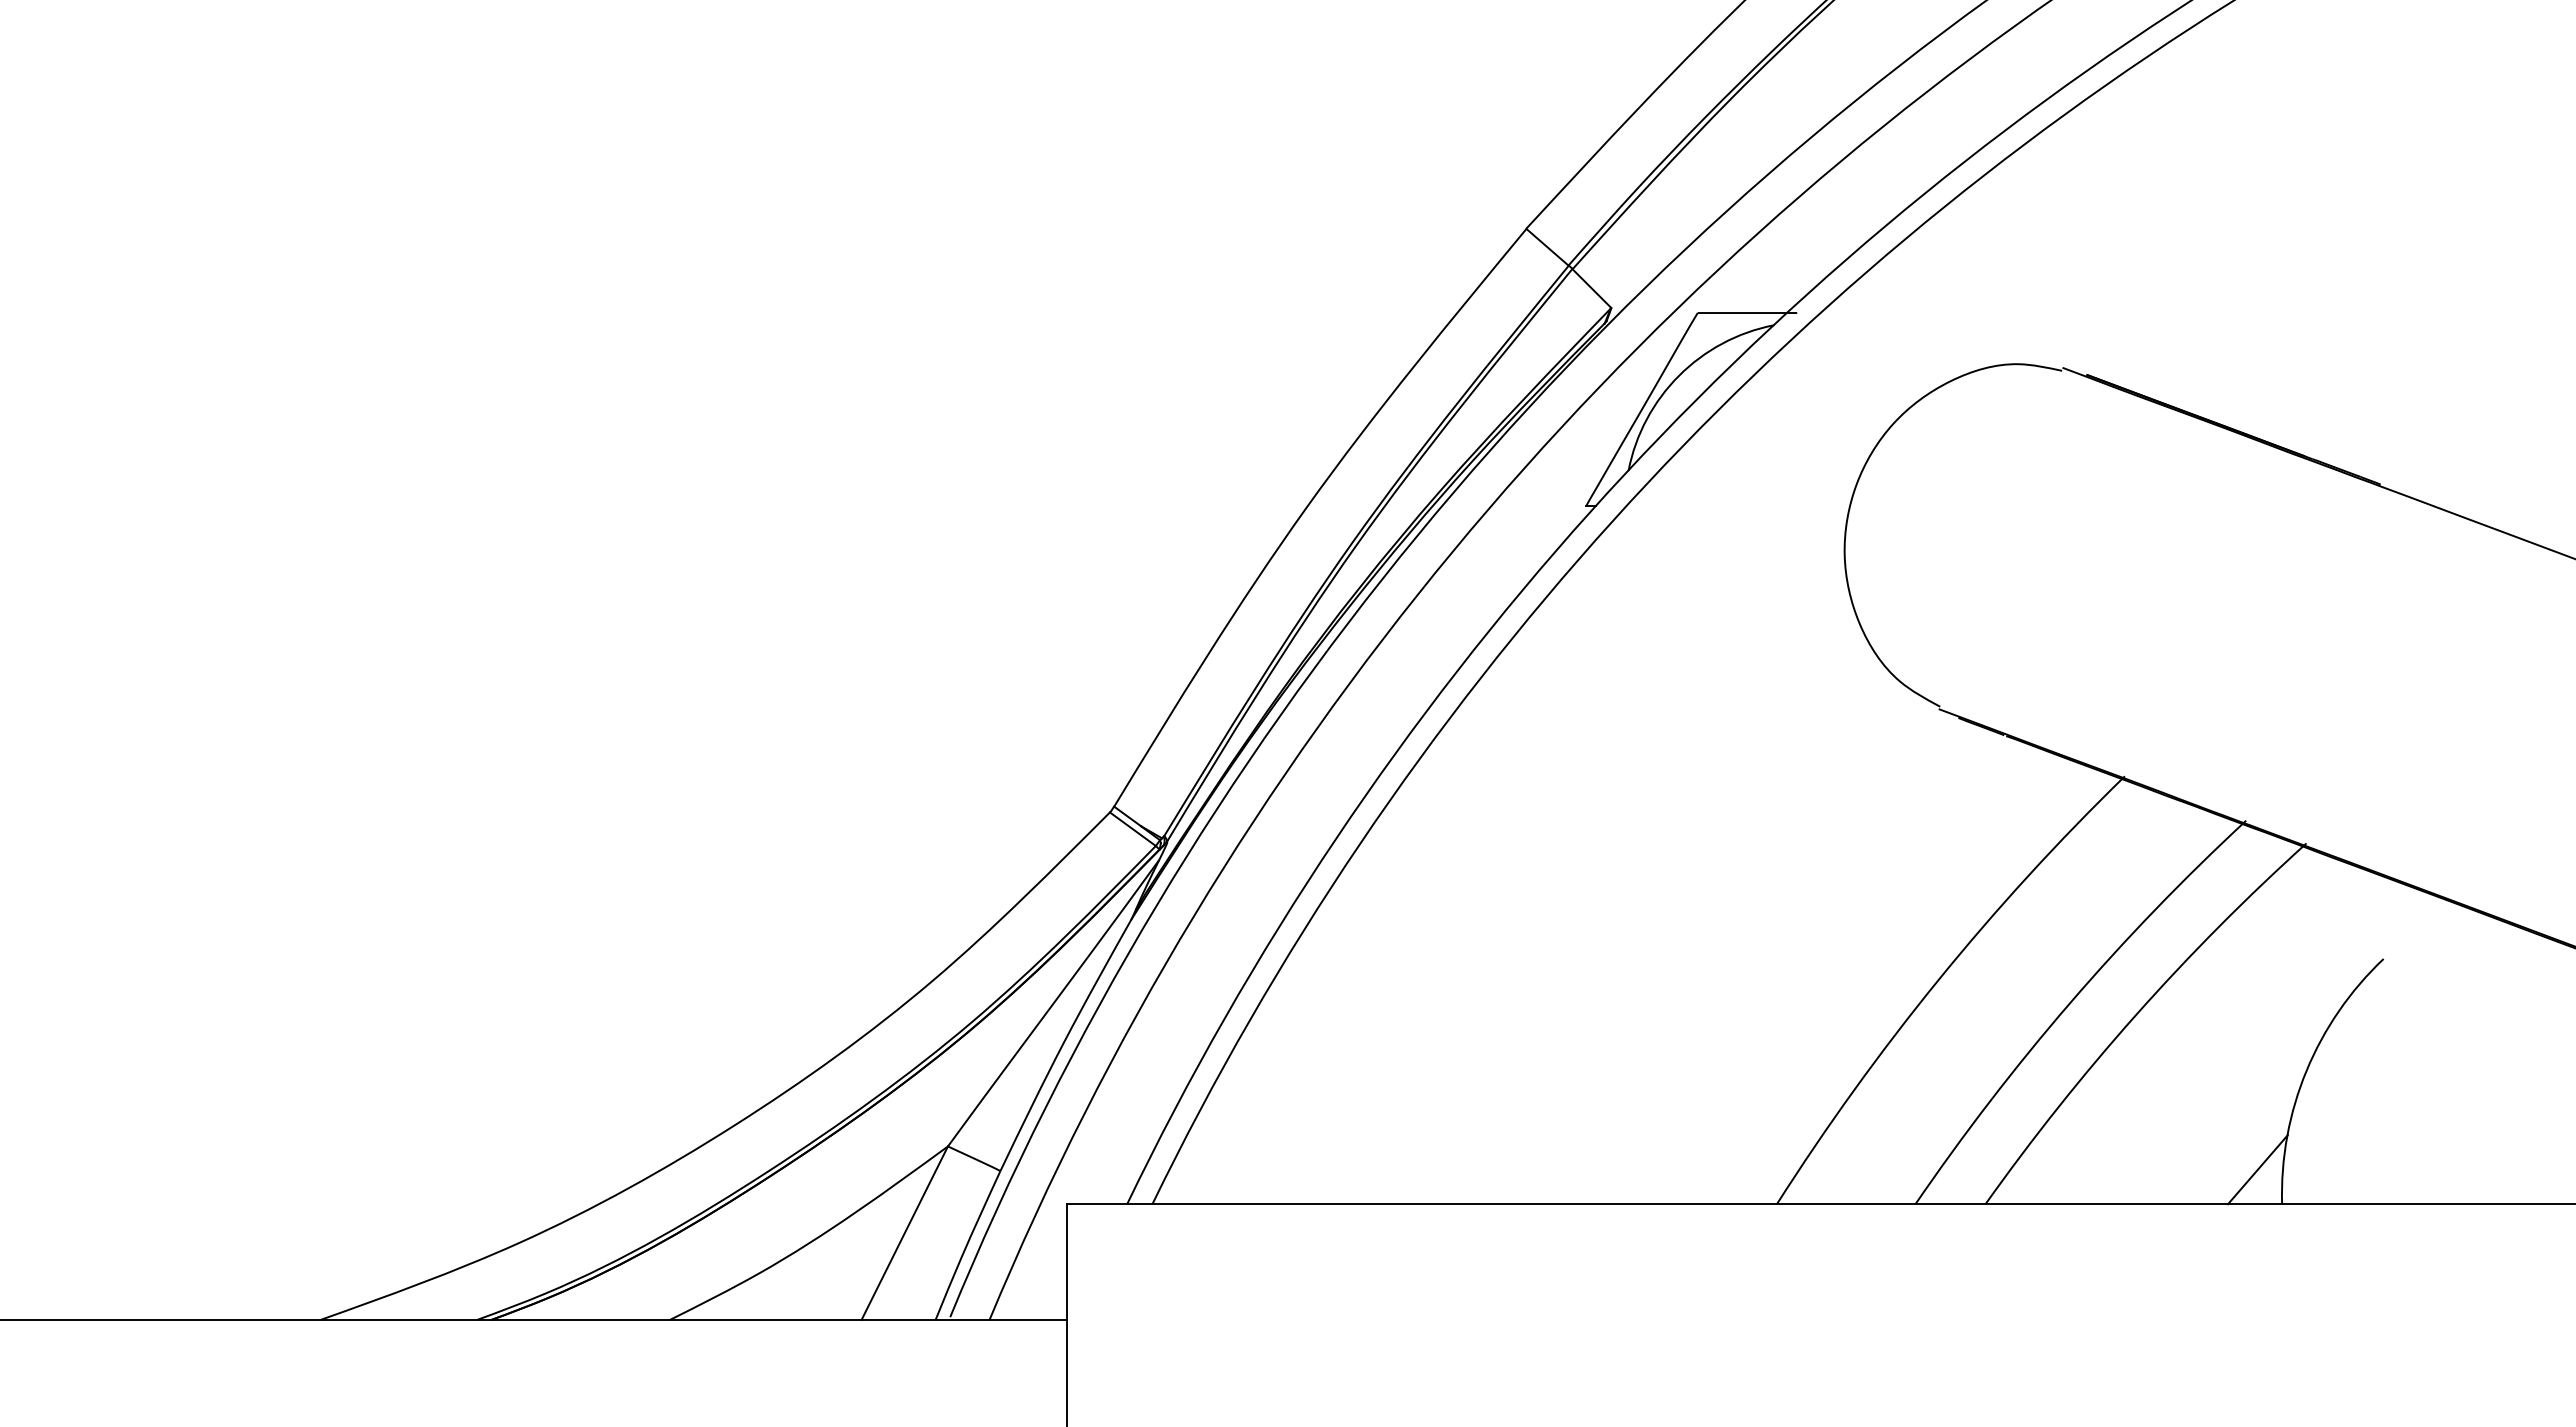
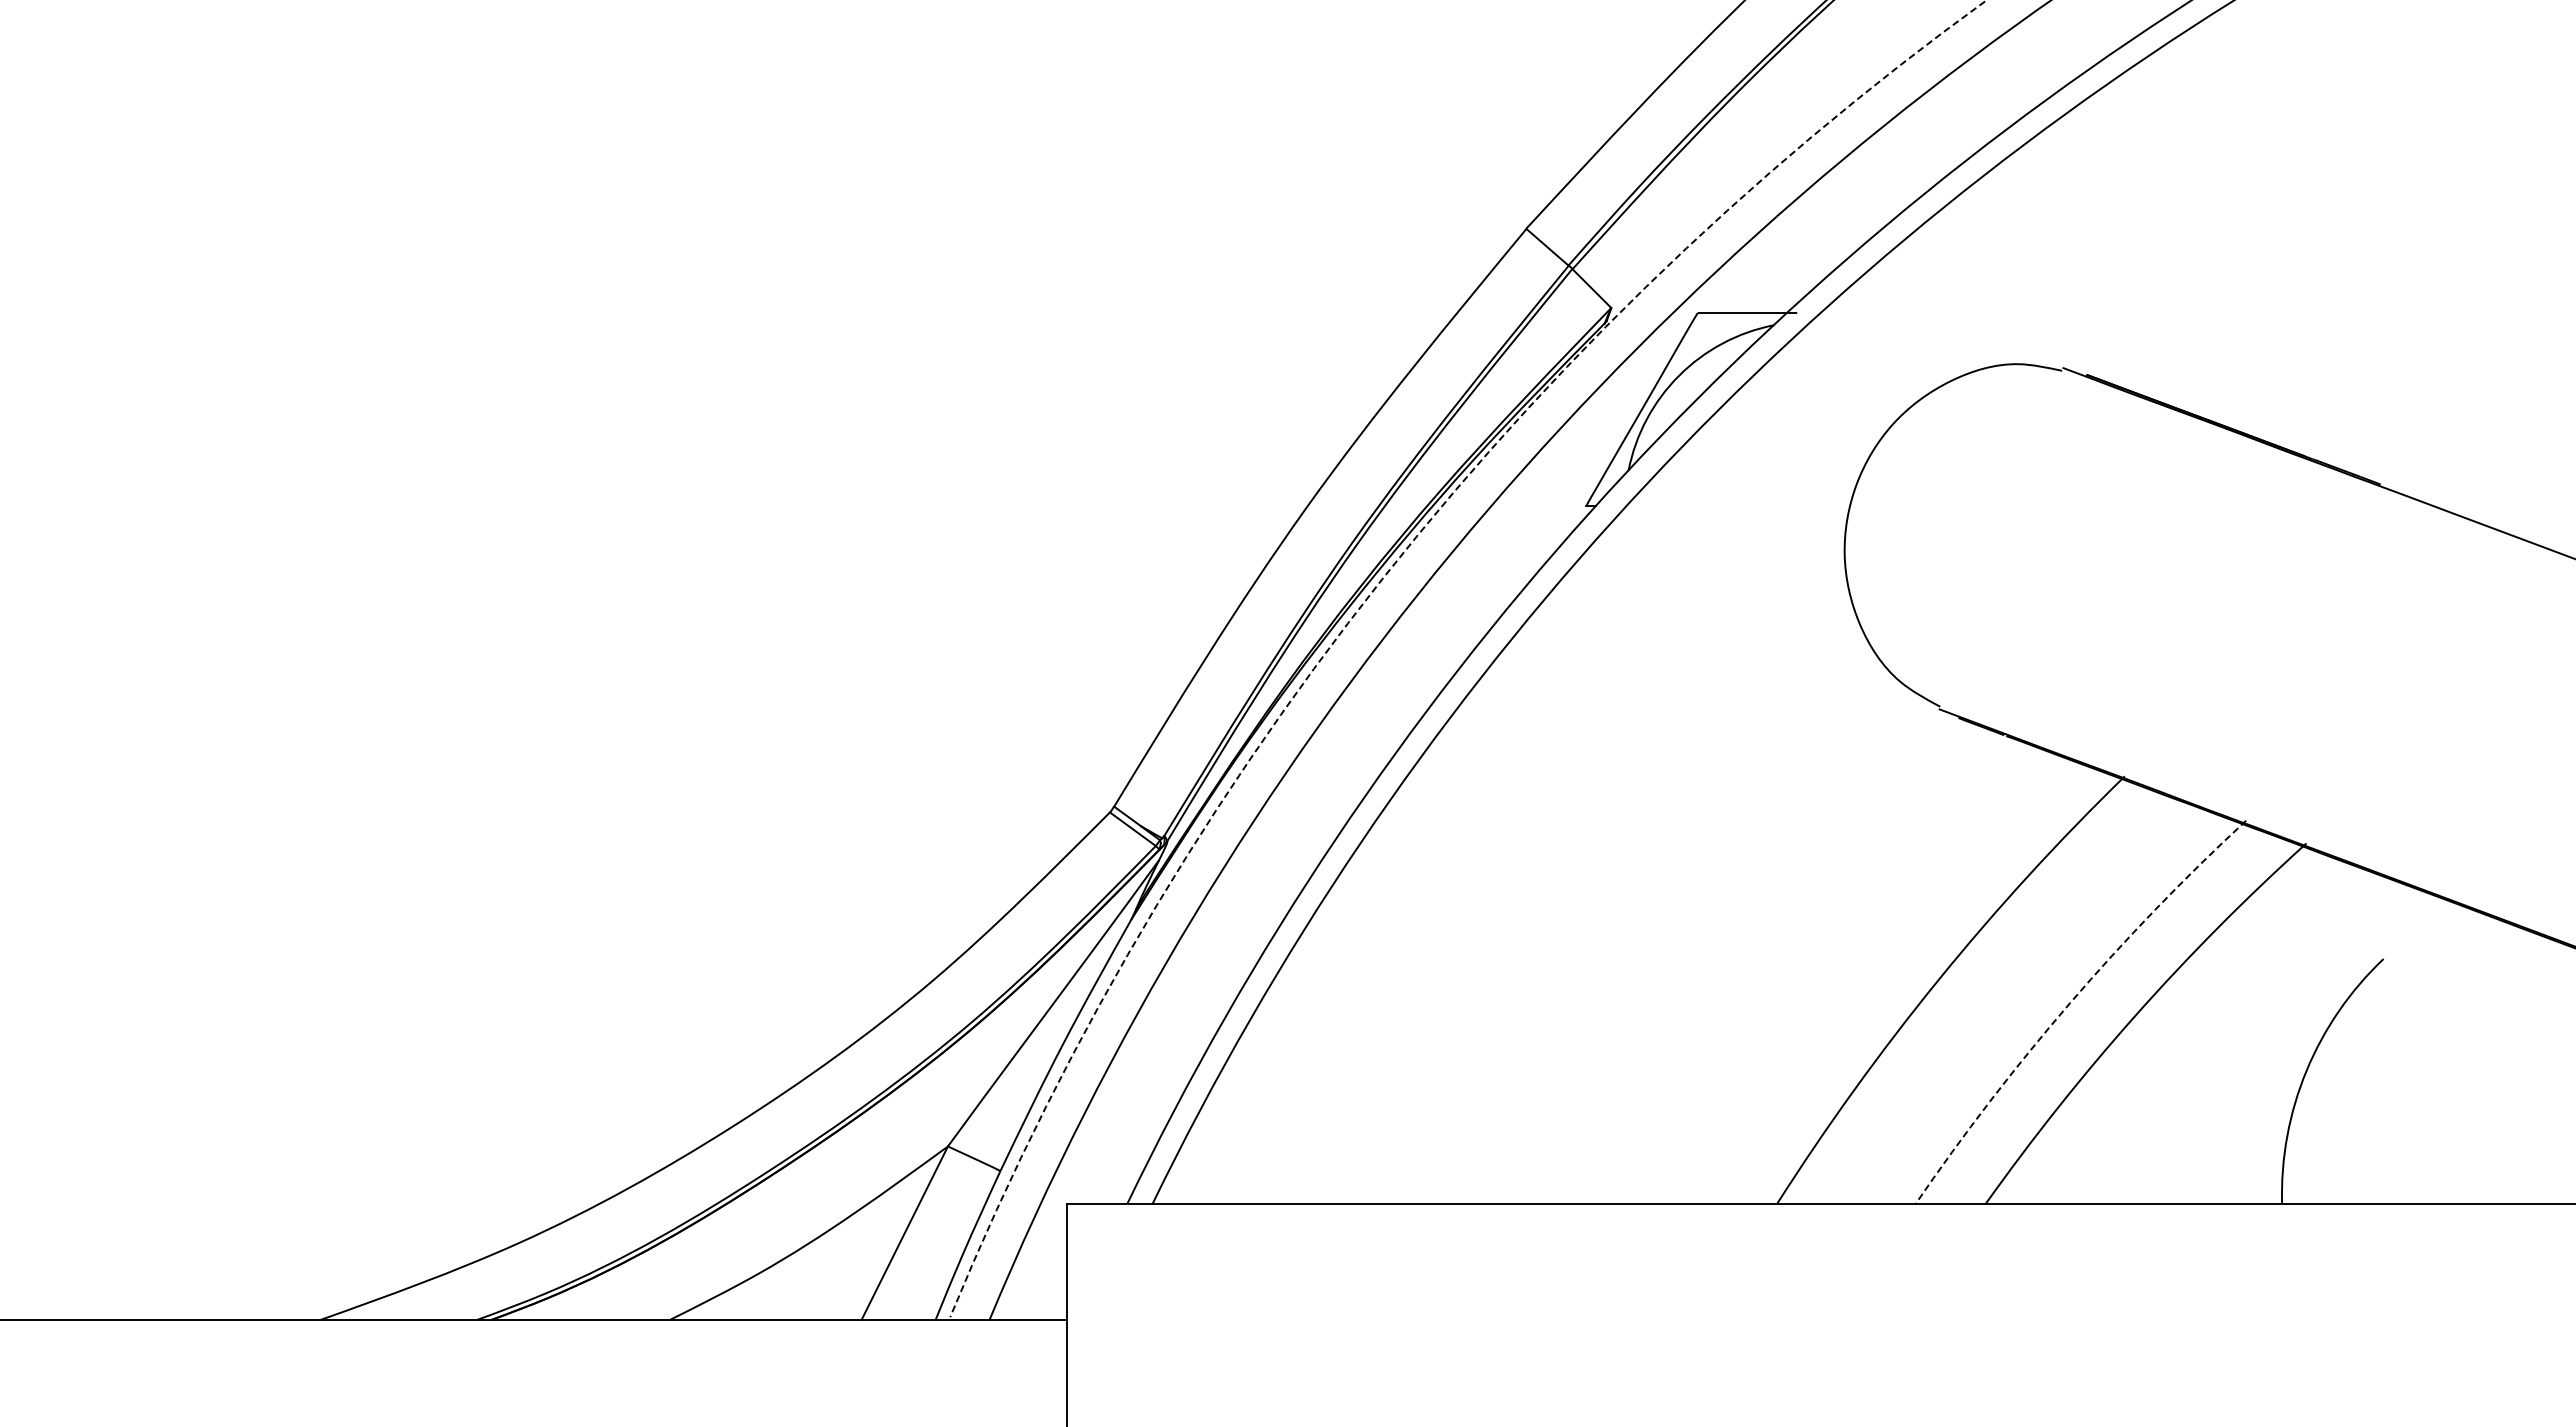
arc at (1376, 586): solid -> dashed
arc at (2070, 1003): solid -> dashed
line at (2257, 1169): present -> none
